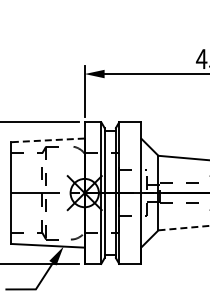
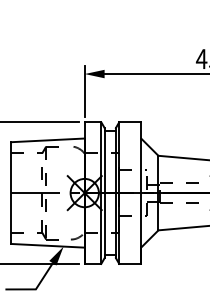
line at (47, 140): dashed -> solid
line at (184, 228): dashed -> solid
